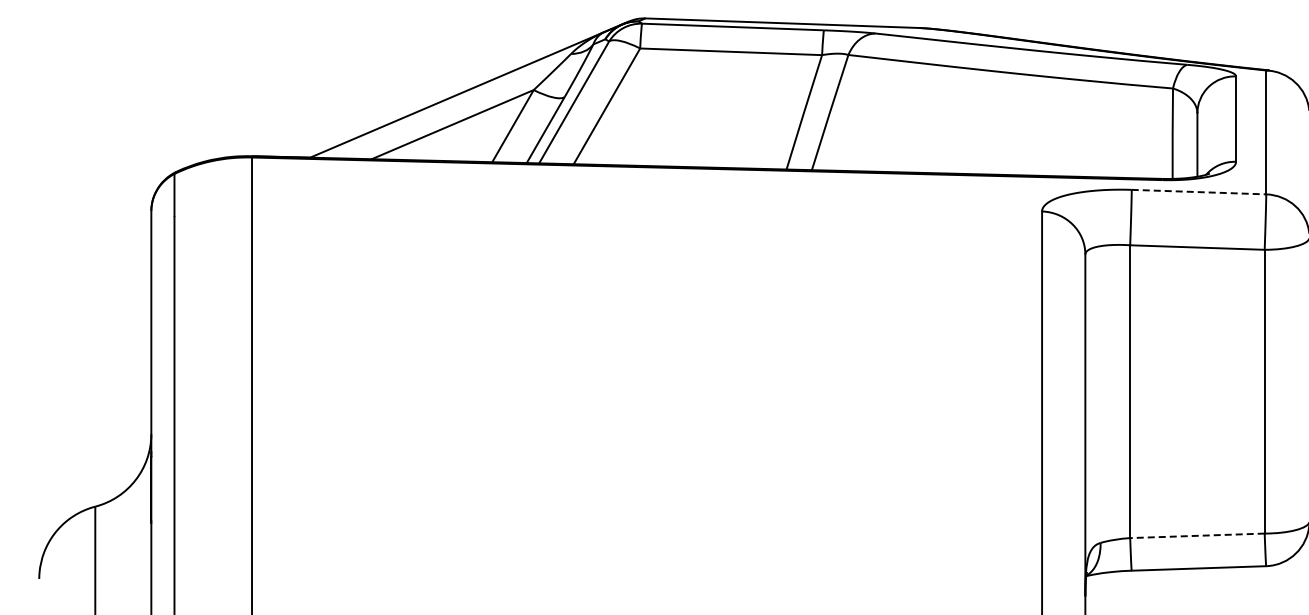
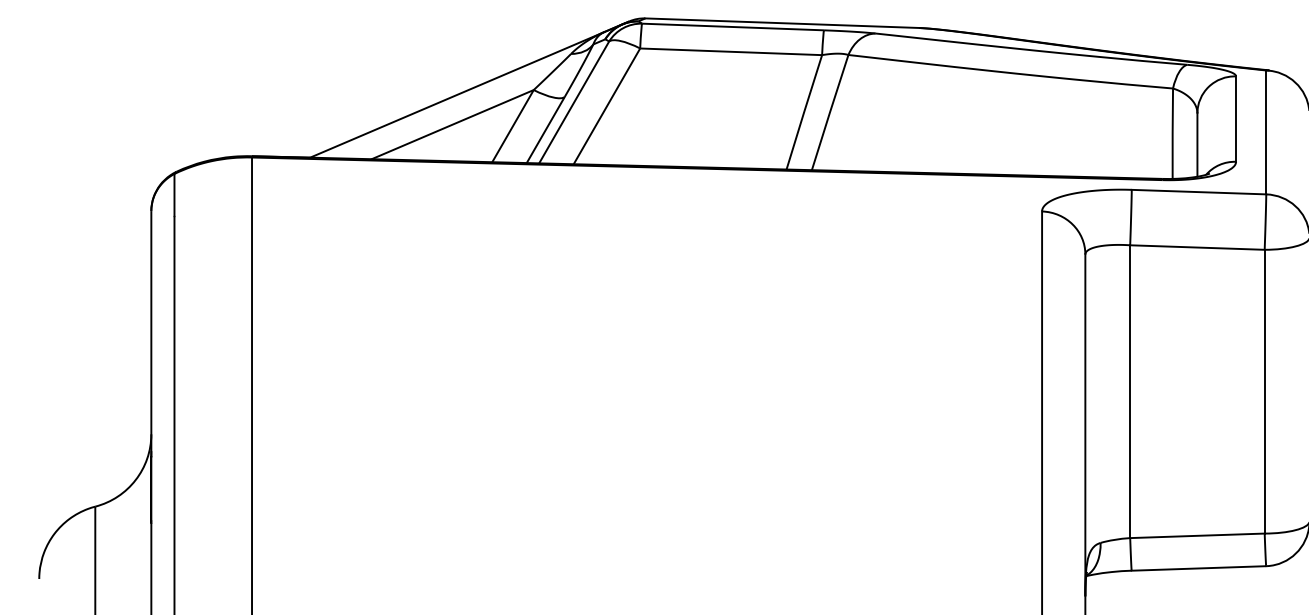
line at (1199, 192): dashed -> solid
line at (1196, 535): dashed -> solid
